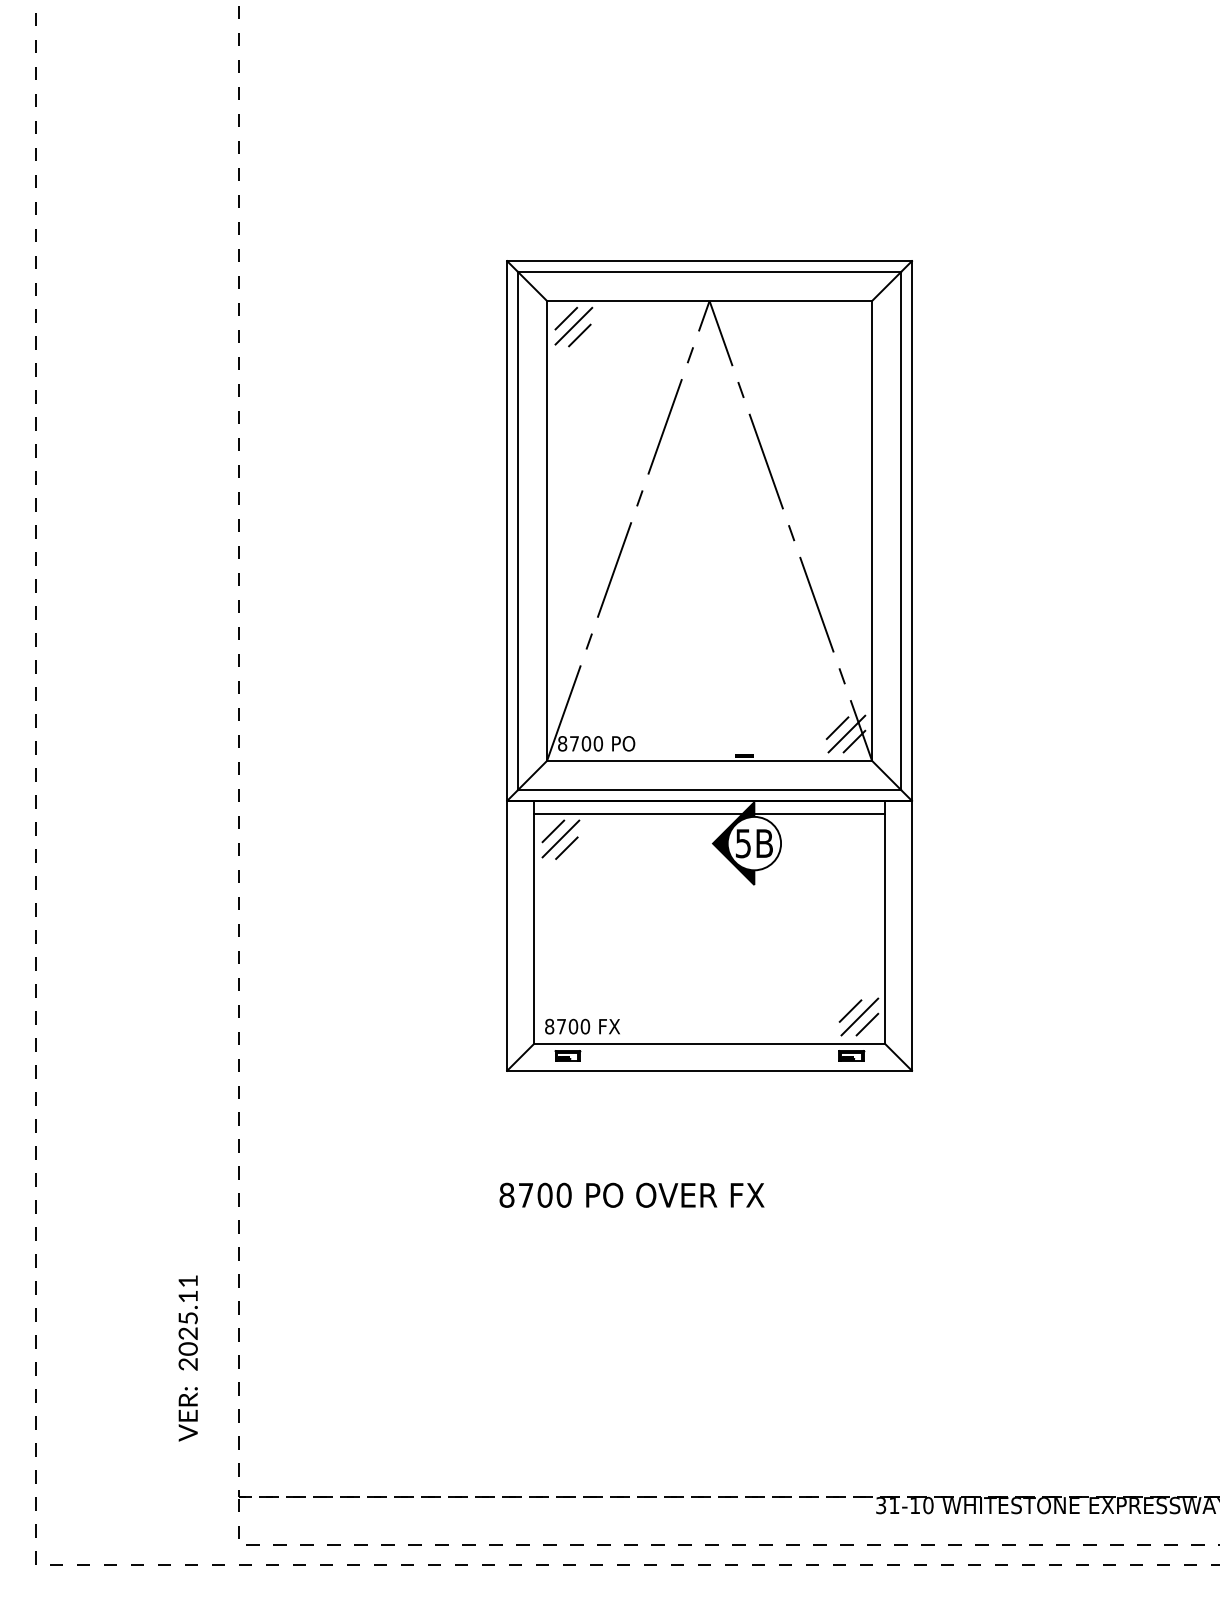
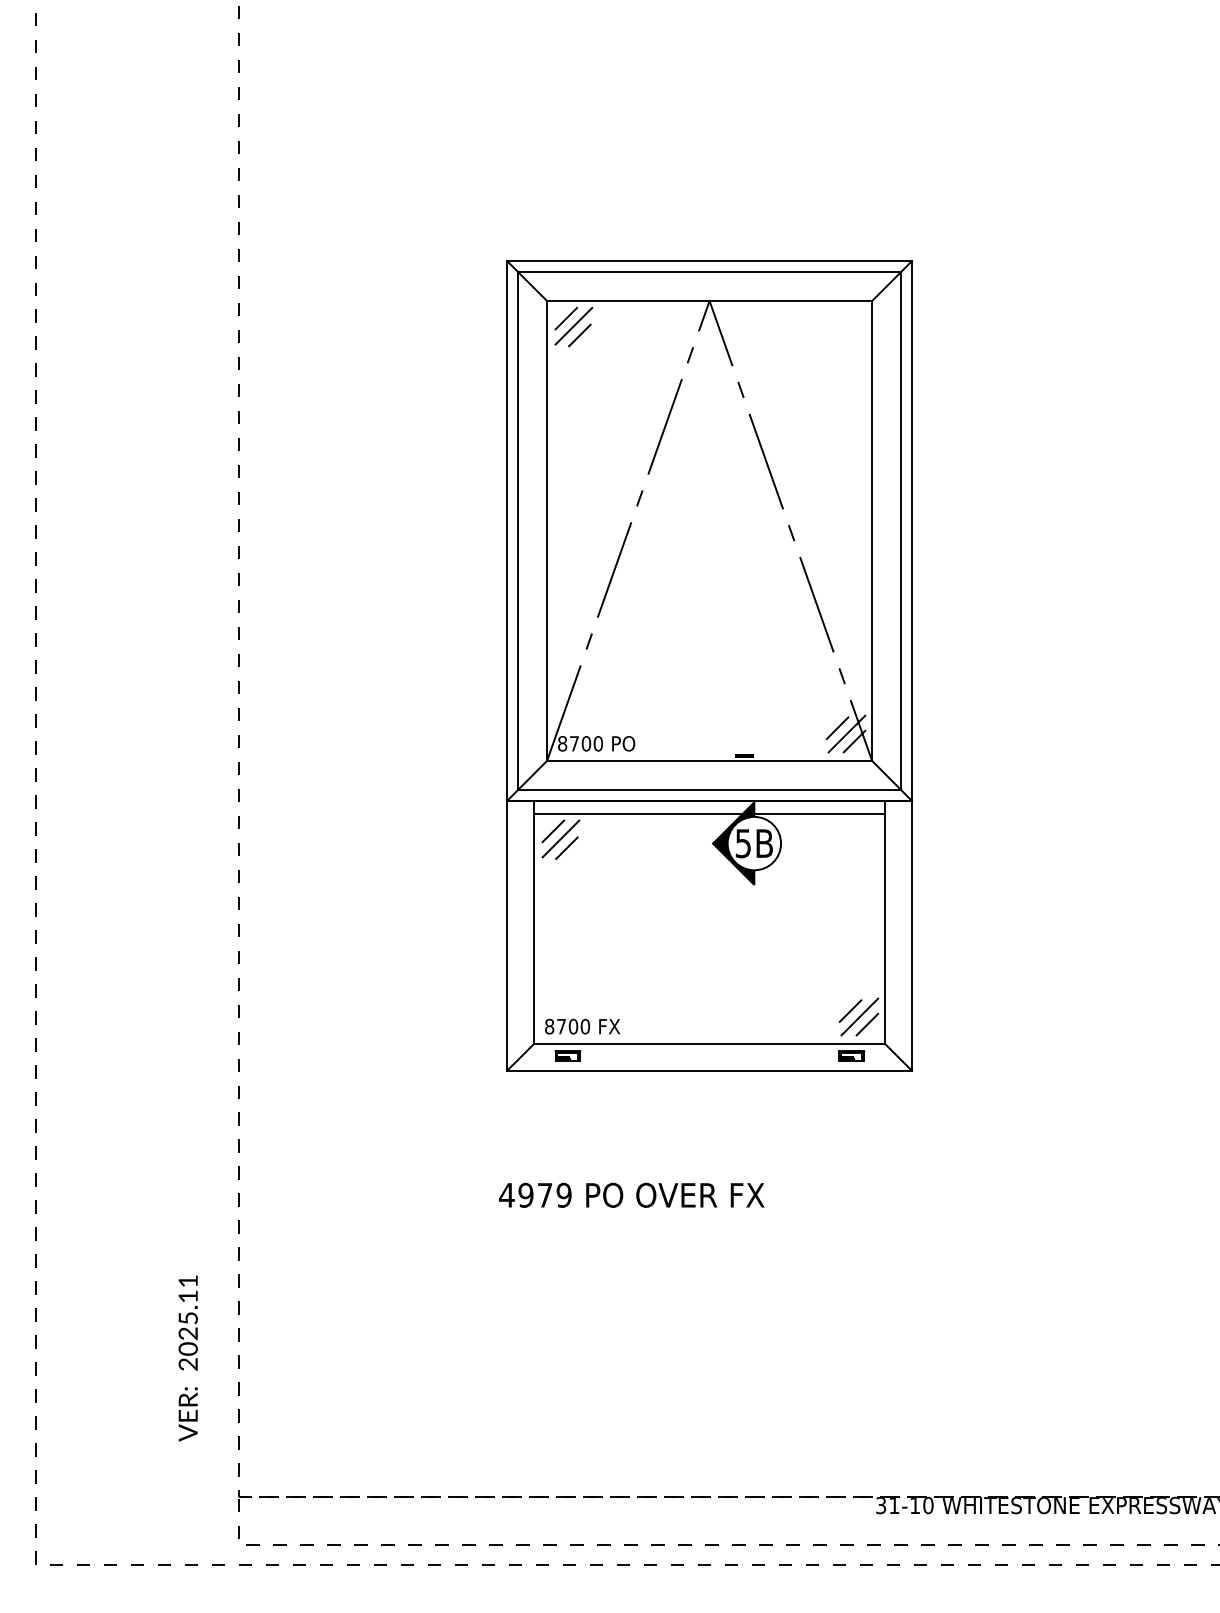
text at (535, 1194): 8700 -> 4979
